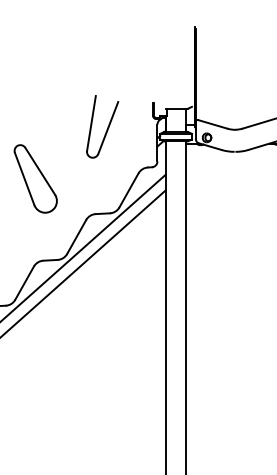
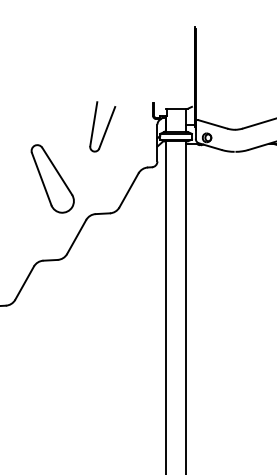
part at (102, 126) size: 34x64 px -> 28x52 px
part at (35, 178) position: (35, 178) -> (52, 178)
line at (83, 247): present -> none
line at (83, 263): present -> none
